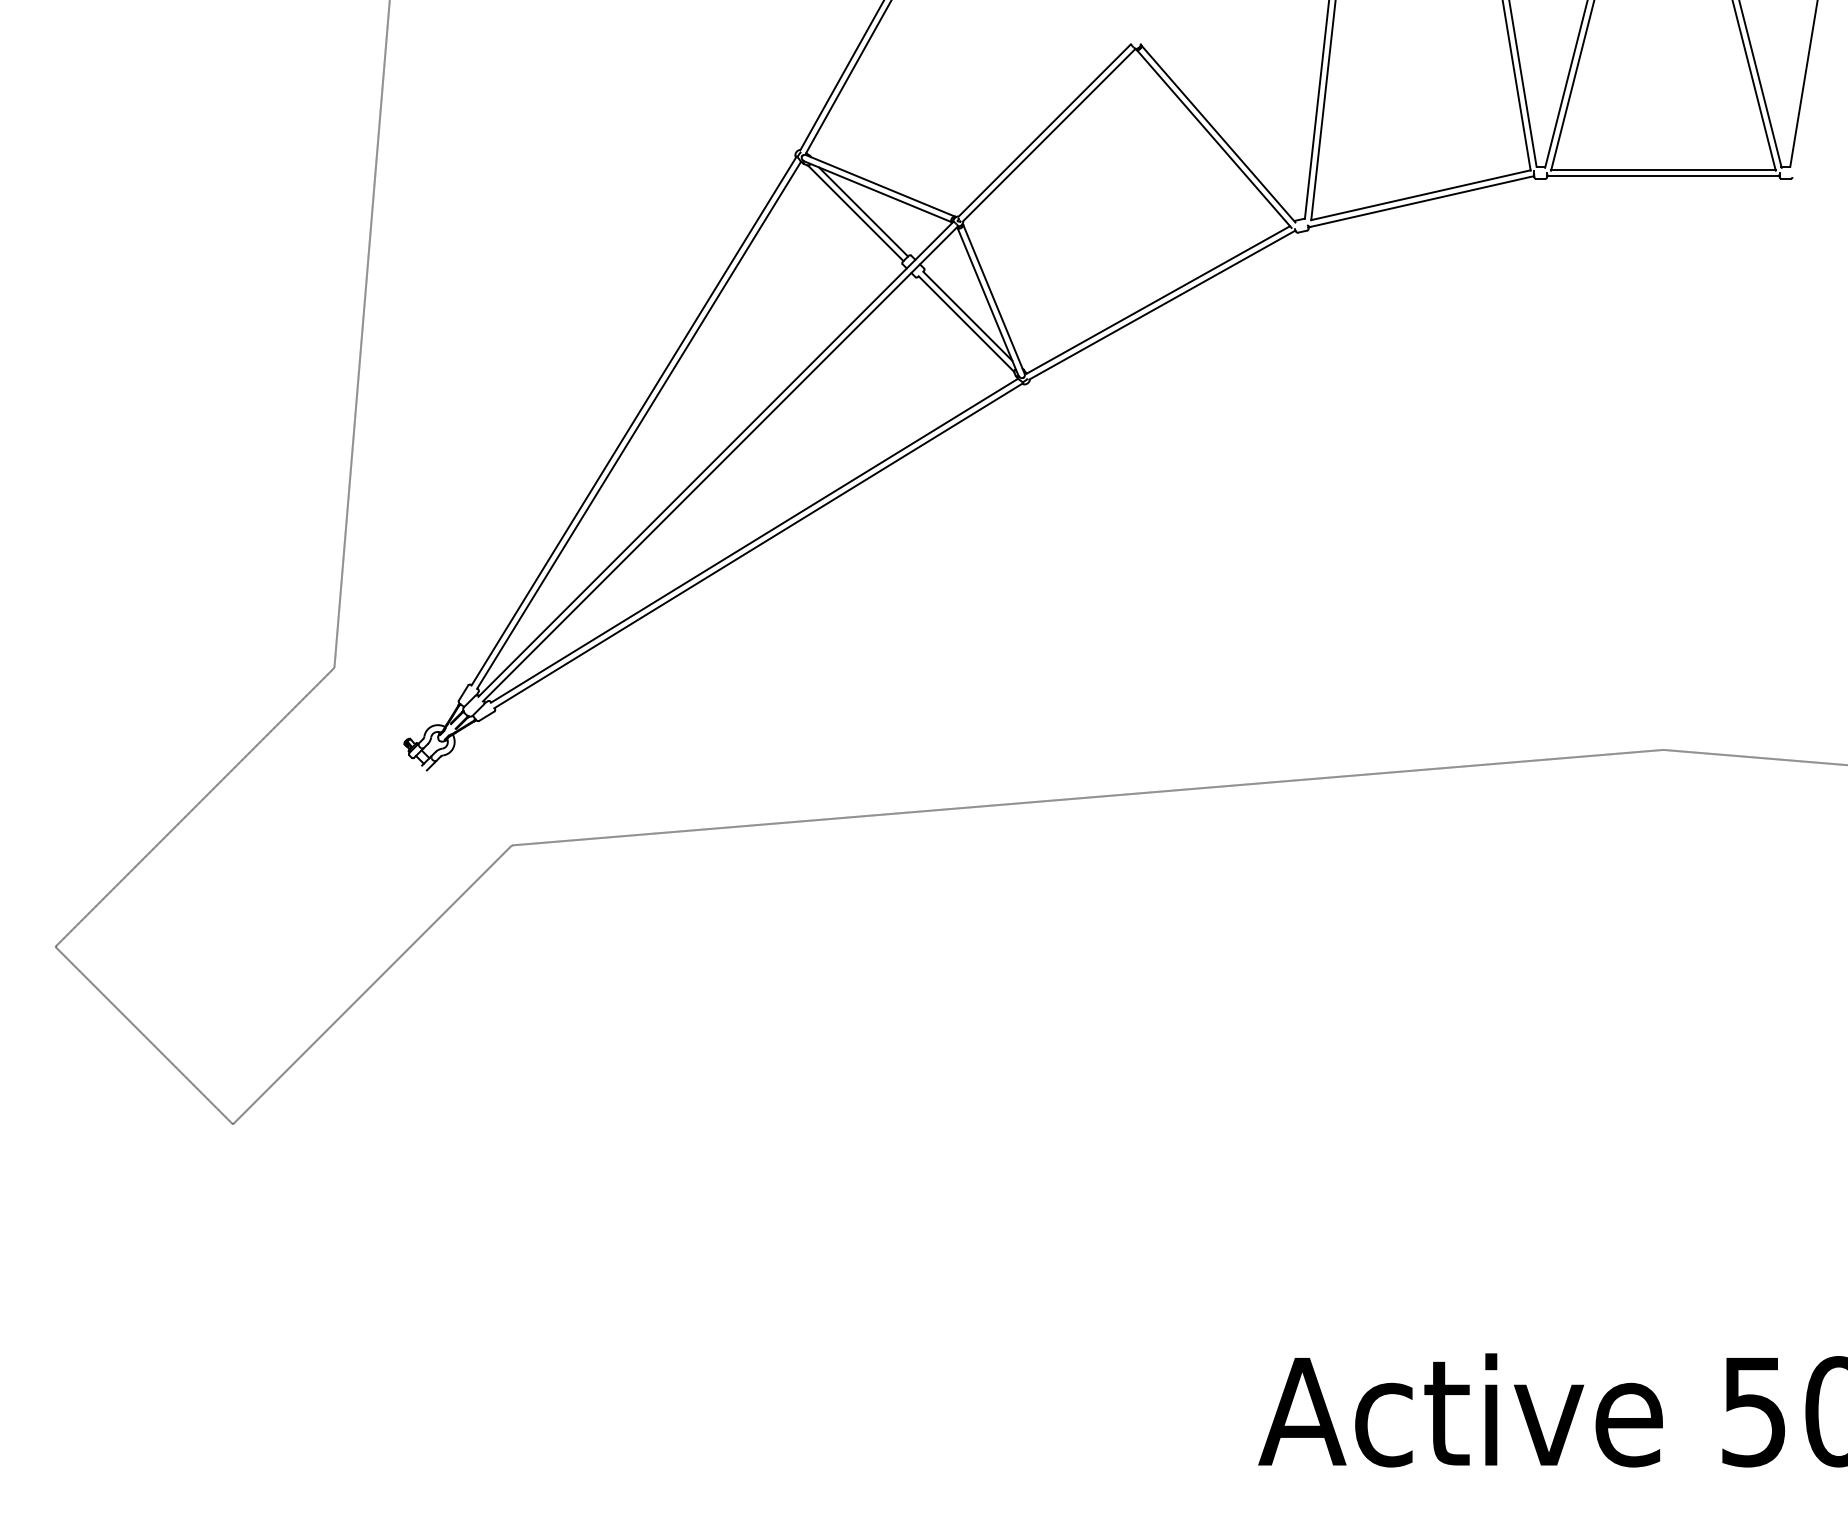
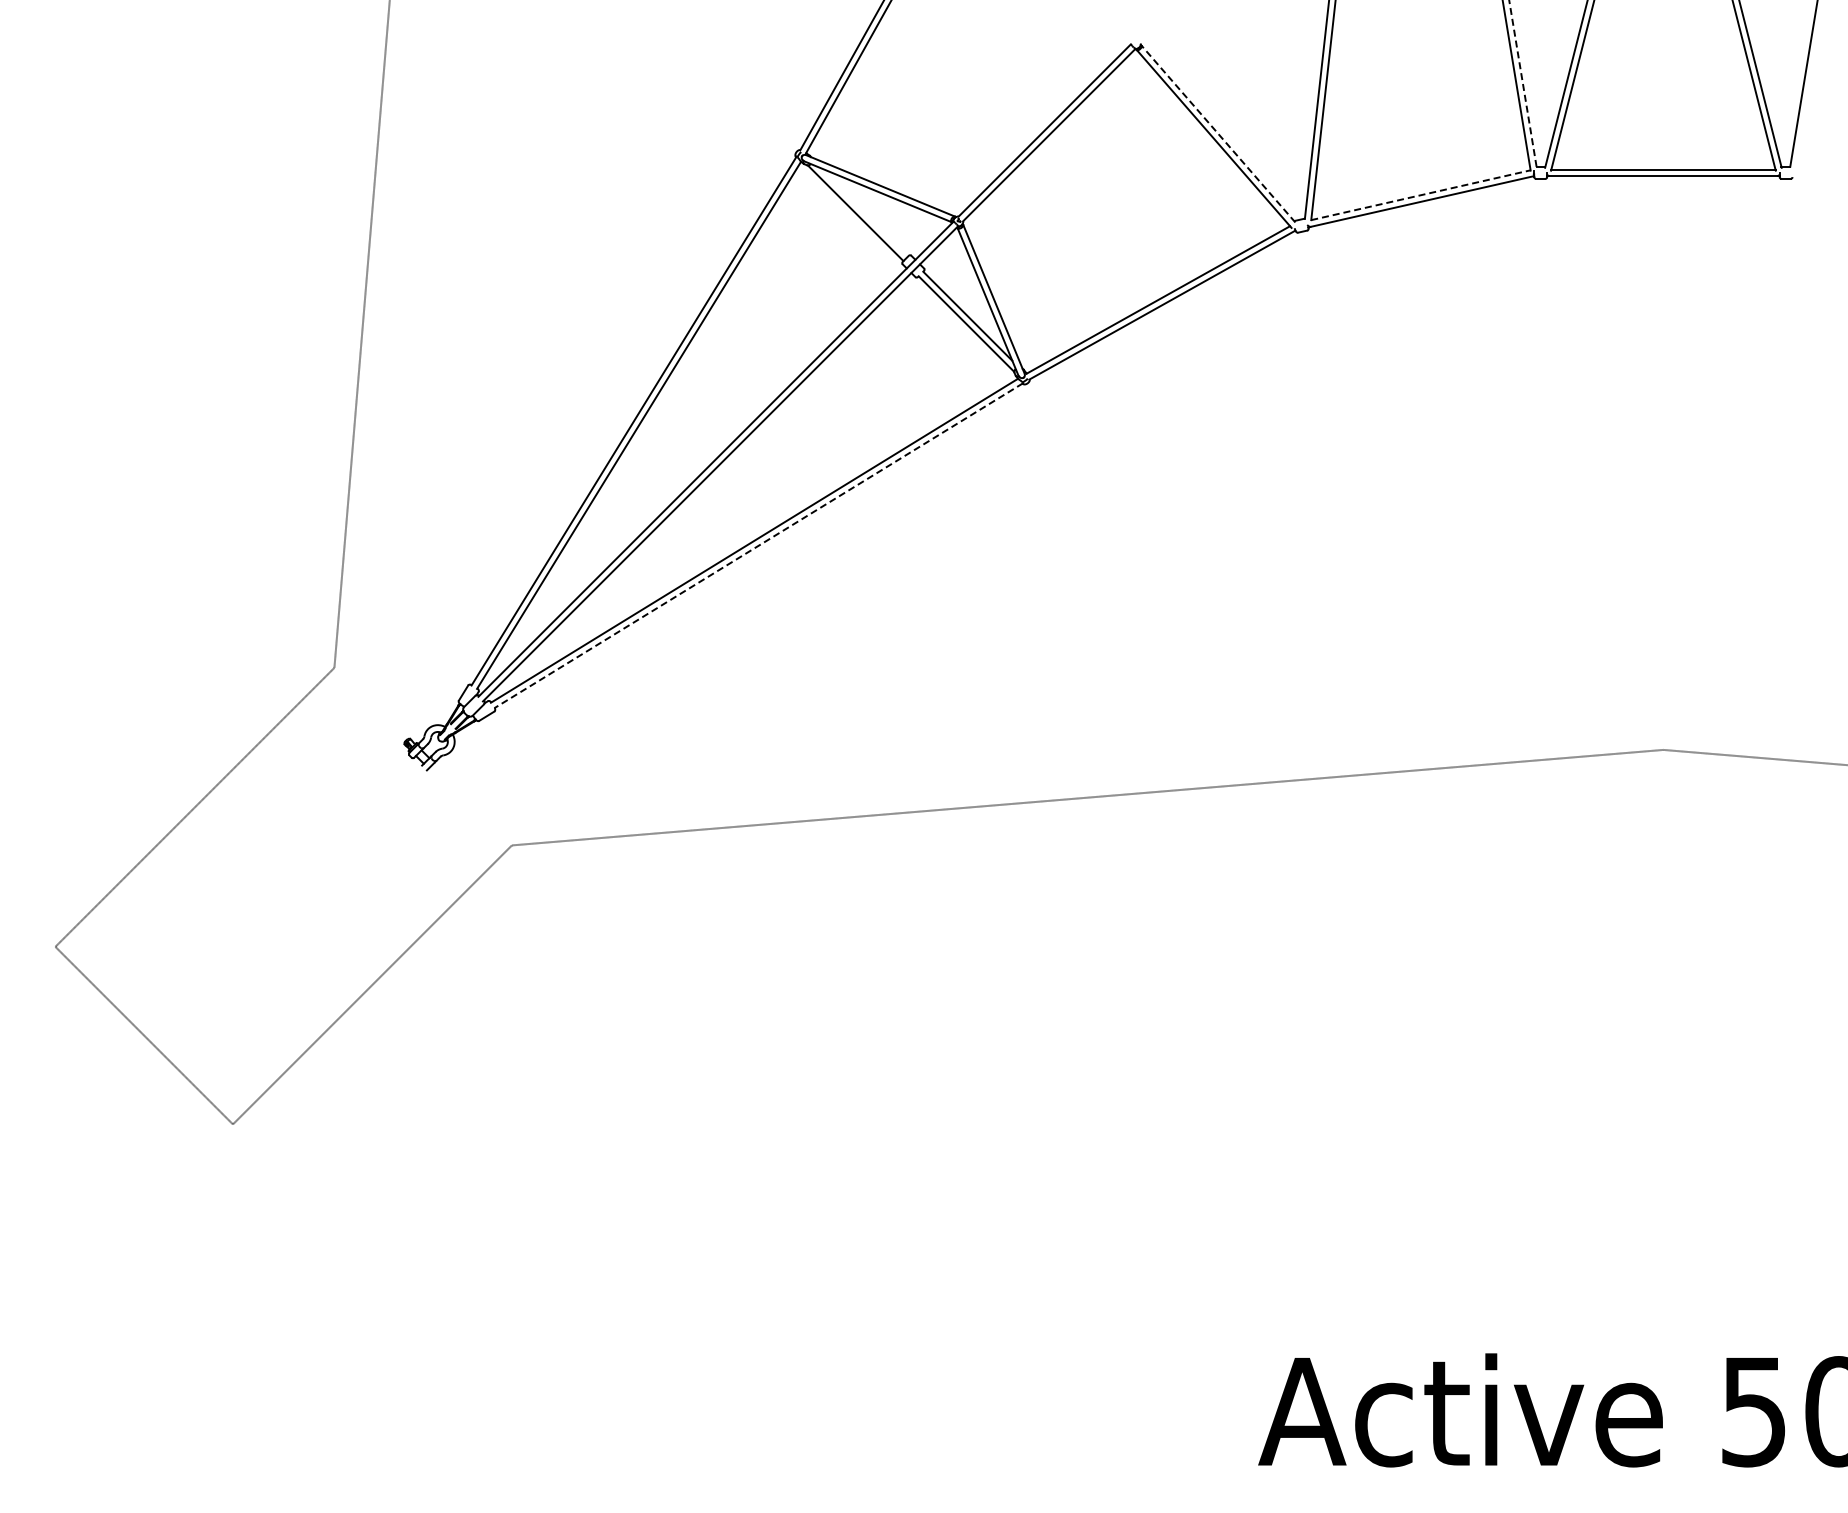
line at (1522, 83): solid -> dashed
line at (1218, 133): solid -> dashed
line at (1421, 195): solid -> dashed
line at (863, 211): present -> none
line at (758, 546): solid -> dashed
